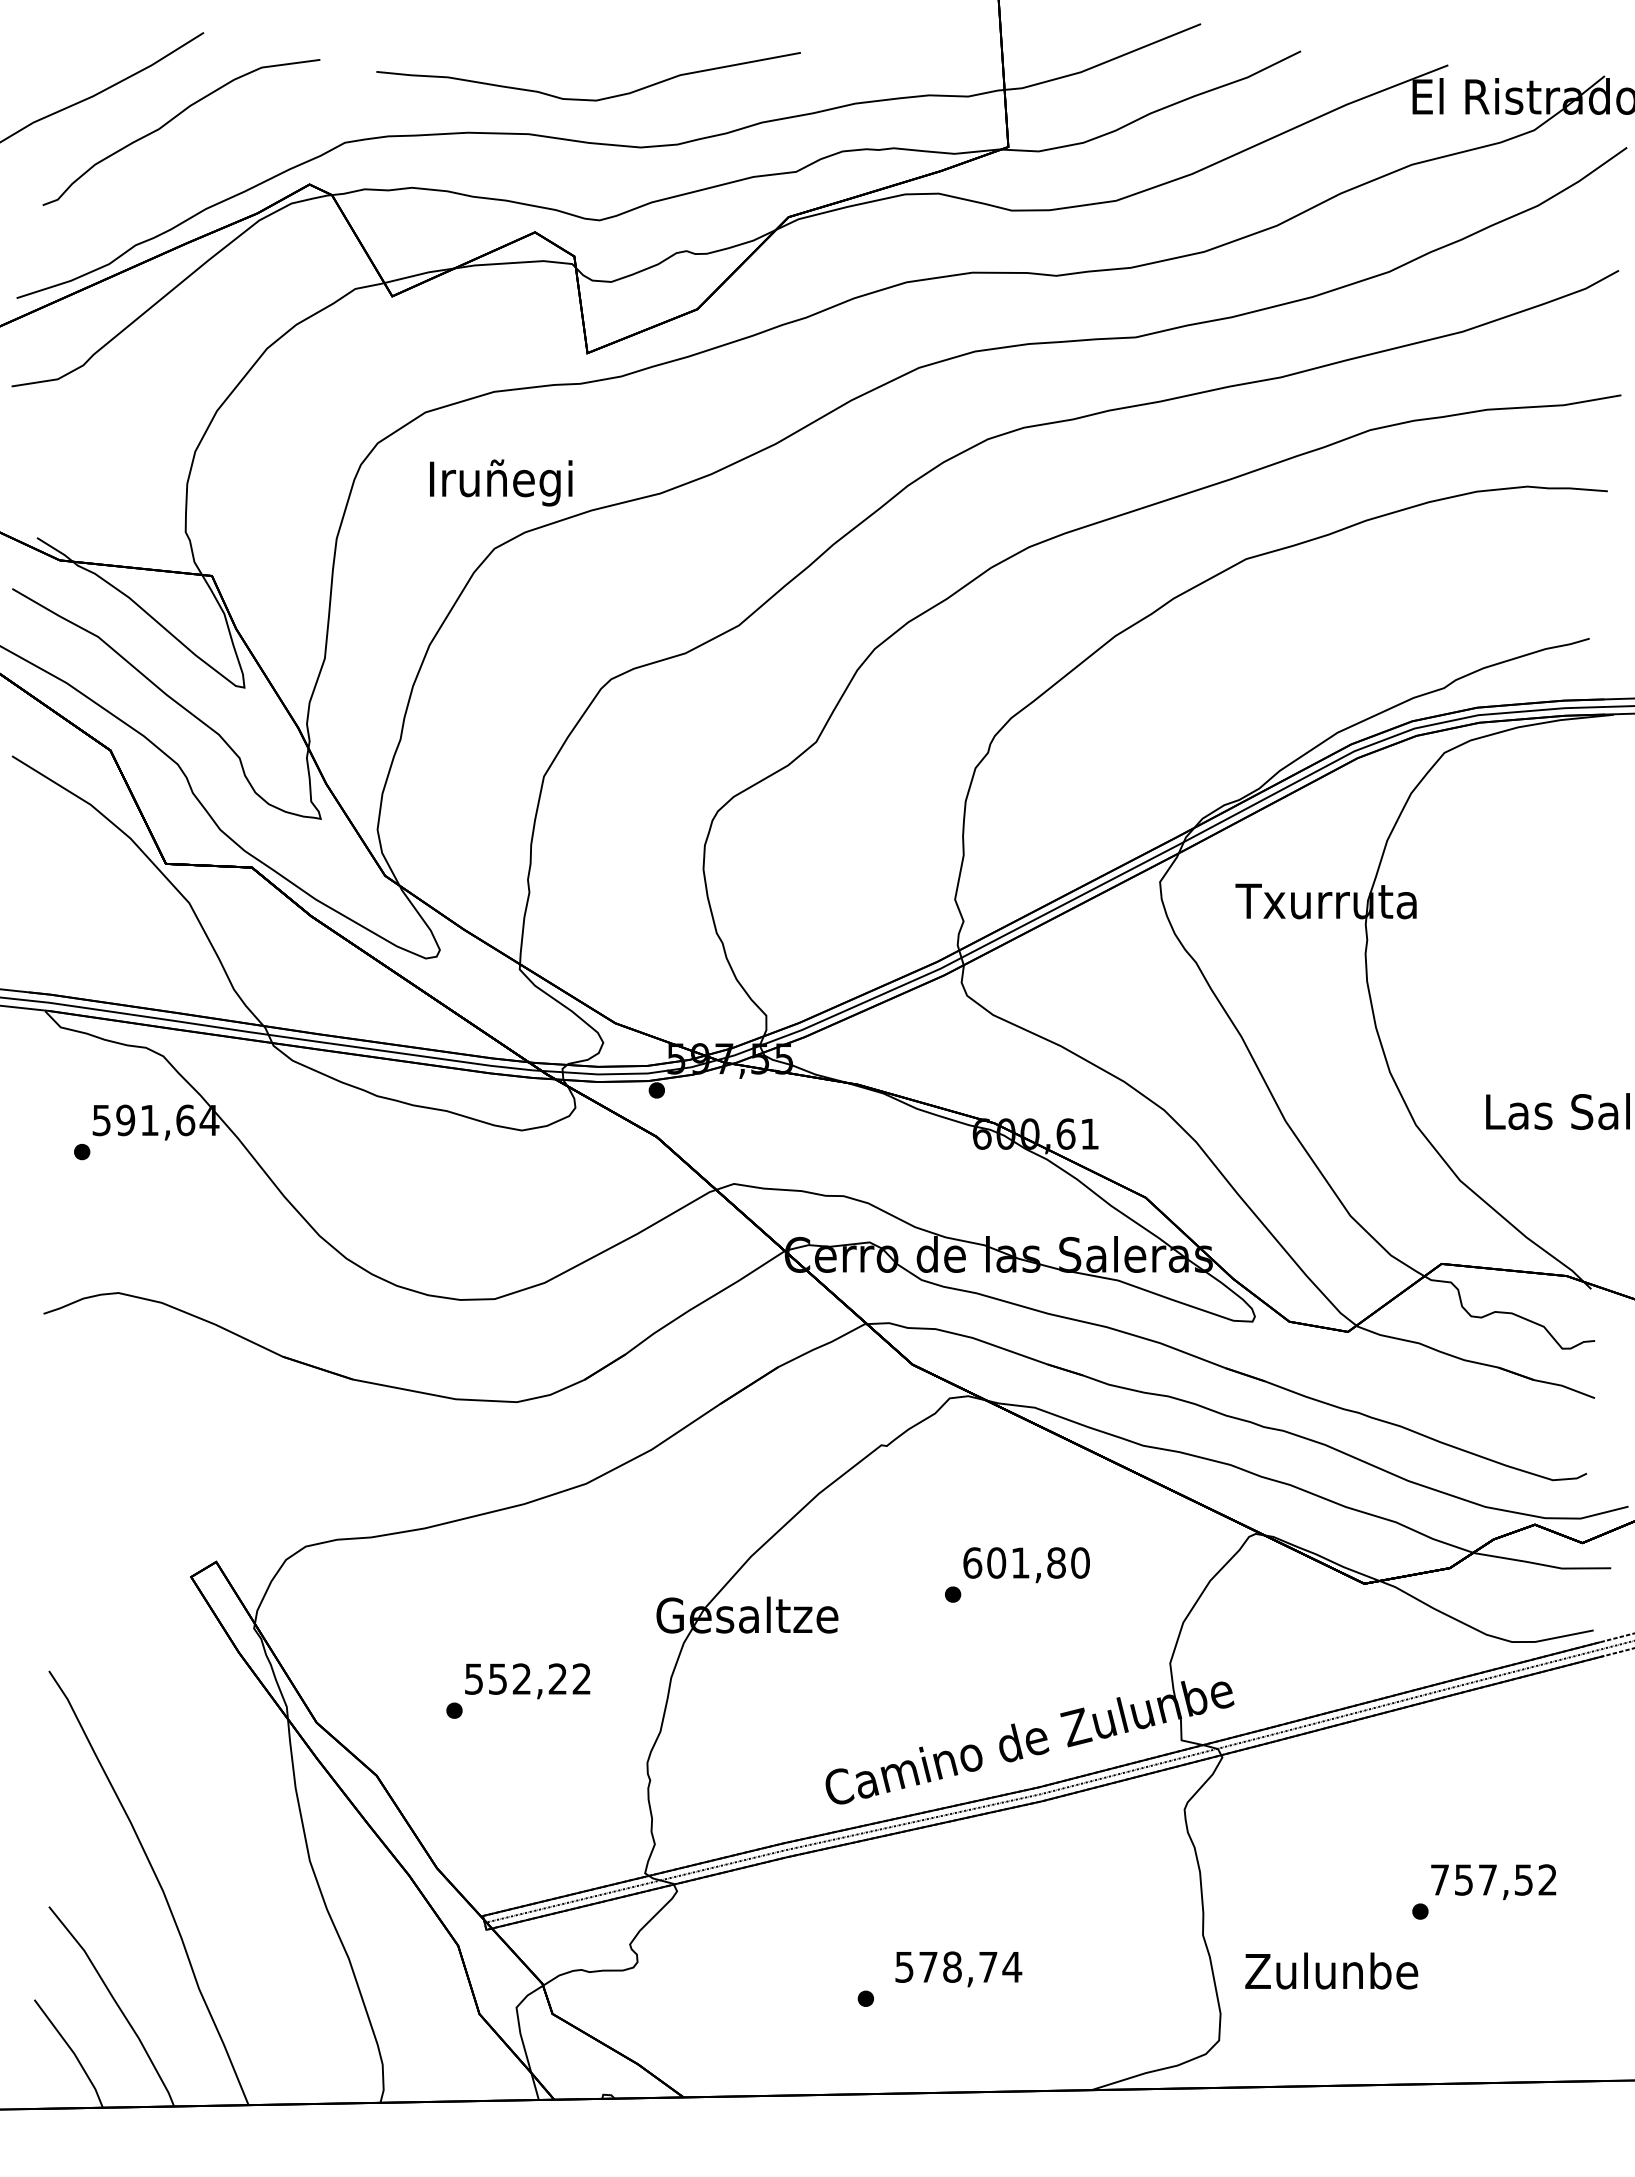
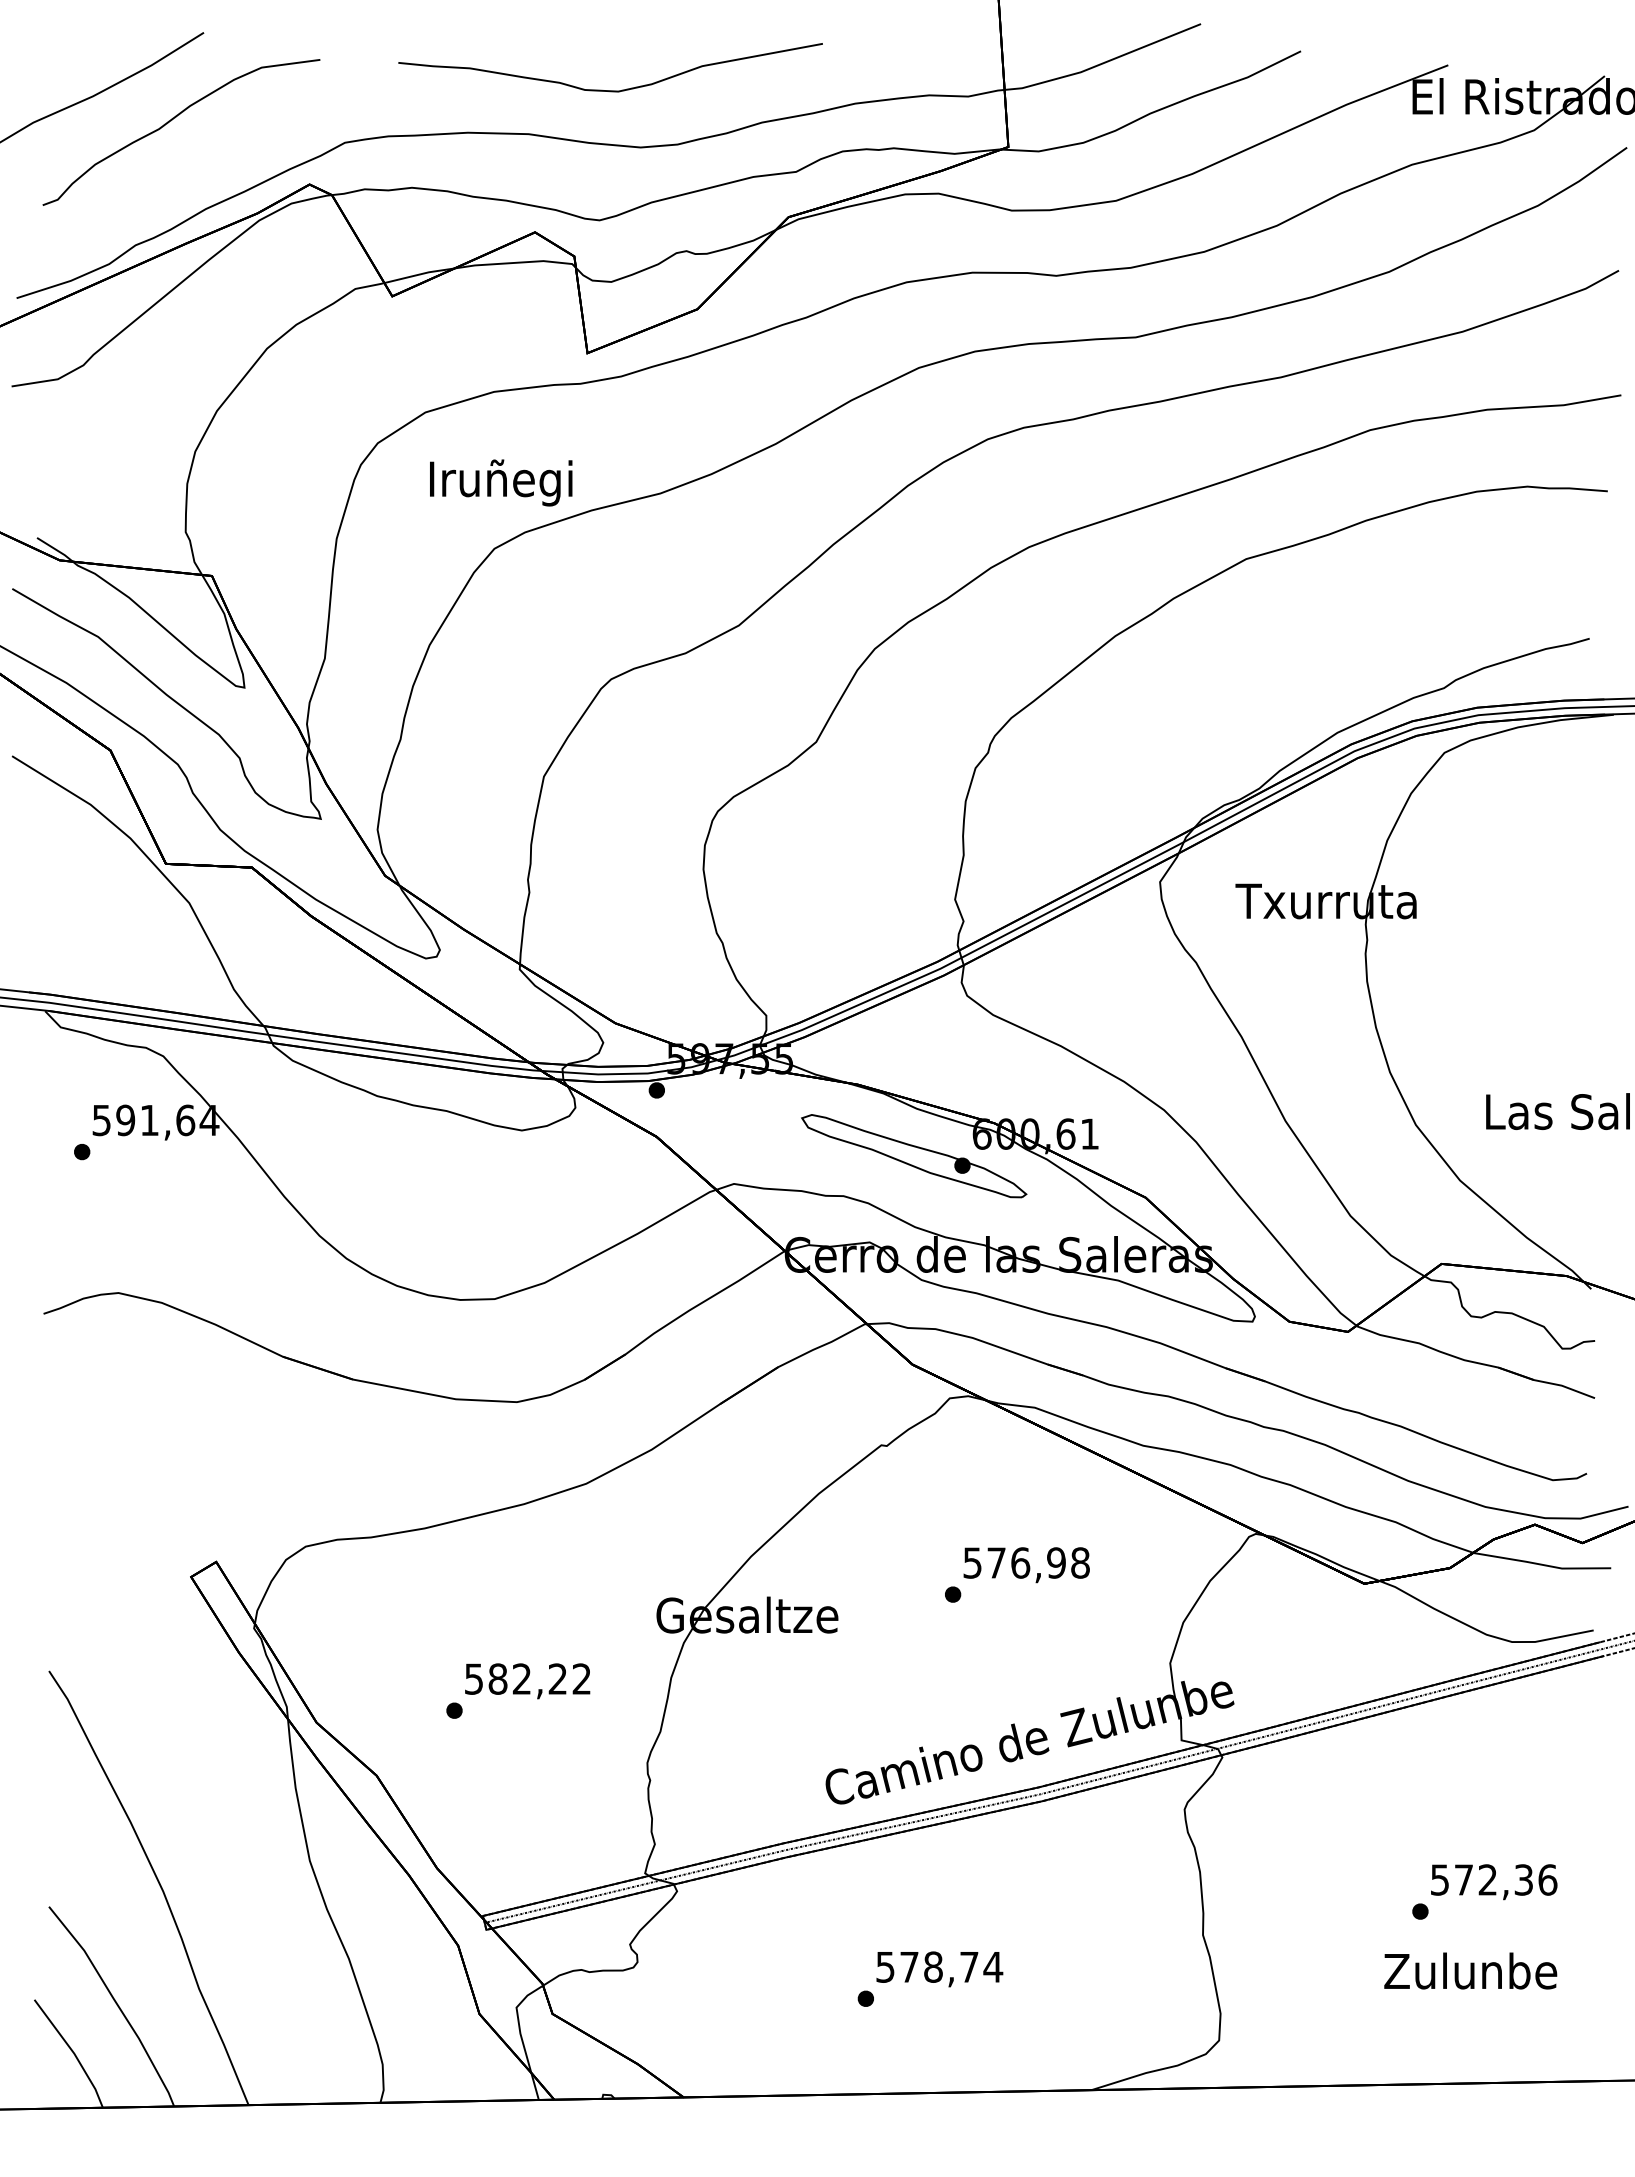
curve at (588, 99) position: (588, 99) -> (610, 90)
part at (914, 1156): none -> present
text at (1026, 1562): 601,80 -> 576,98
text at (497, 1678): 552,22 -> 582,22
text at (1494, 1879): 757,52 -> 572,36
text at (958, 1969) position: (958, 1969) -> (939, 1969)
text at (1331, 1970) position: (1331, 1970) -> (1470, 1970)
